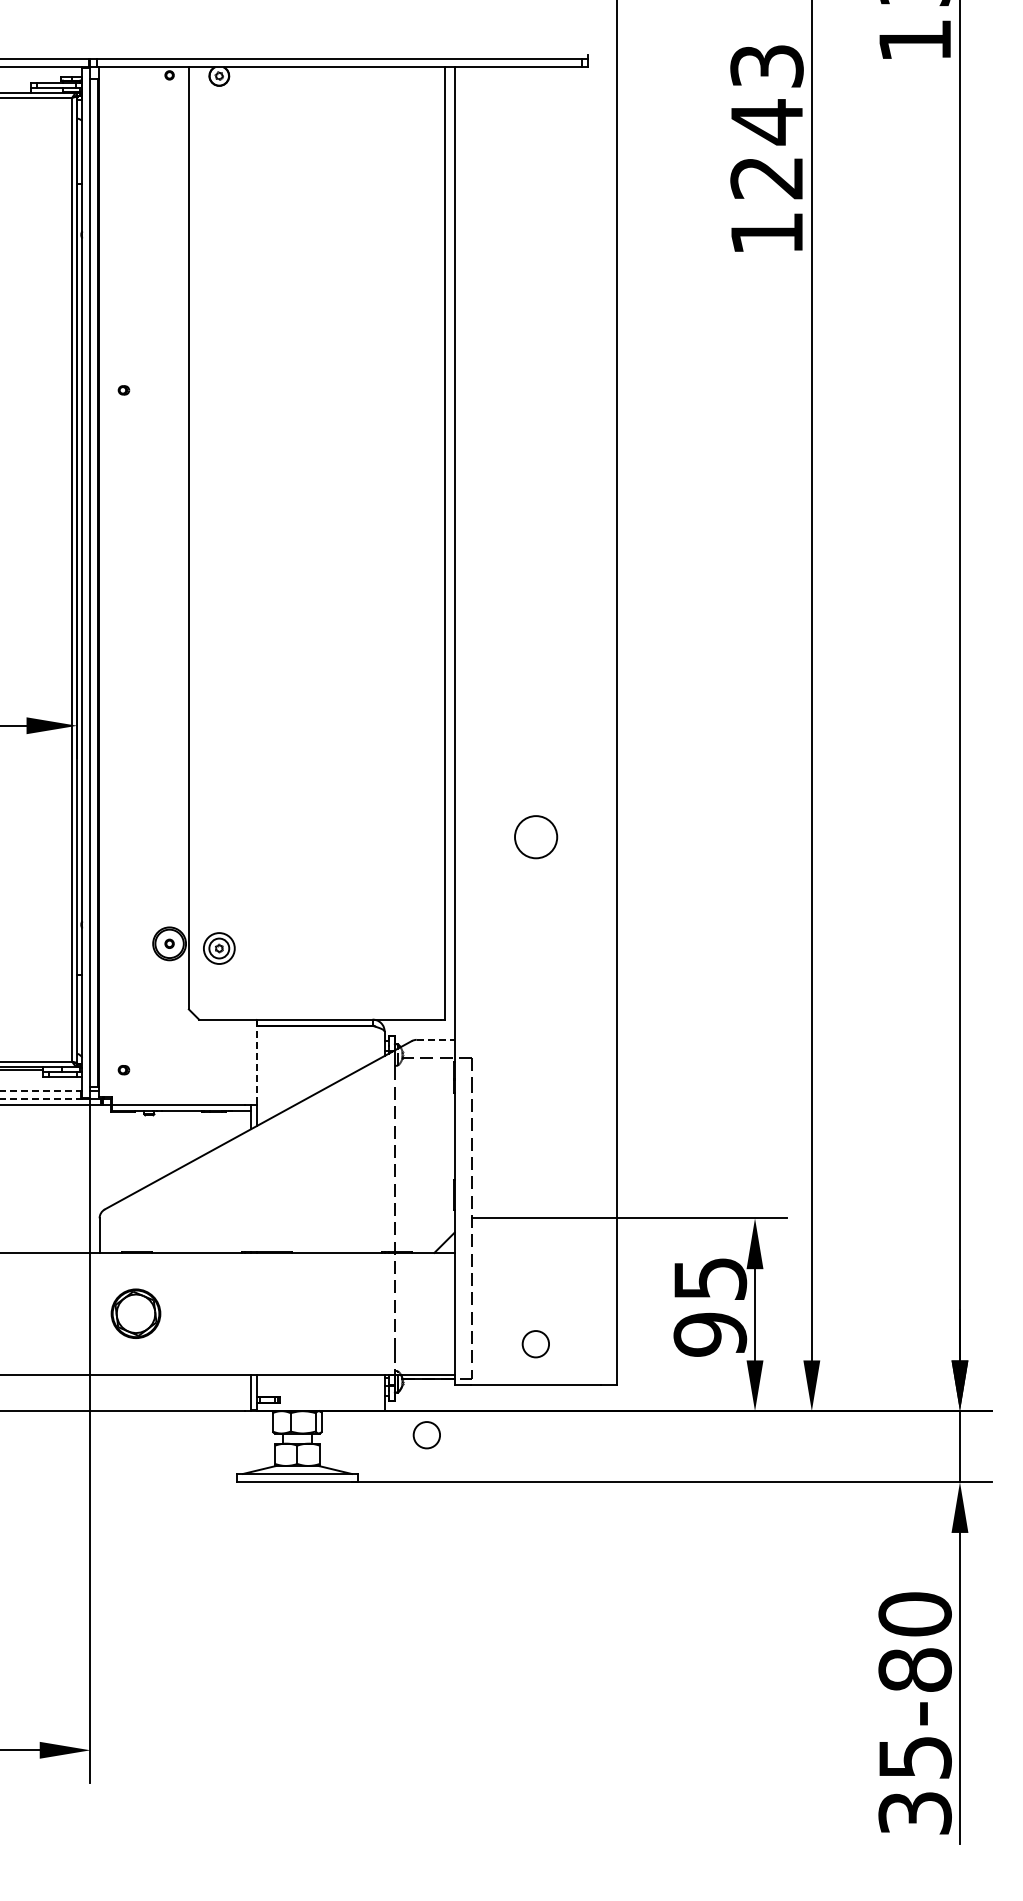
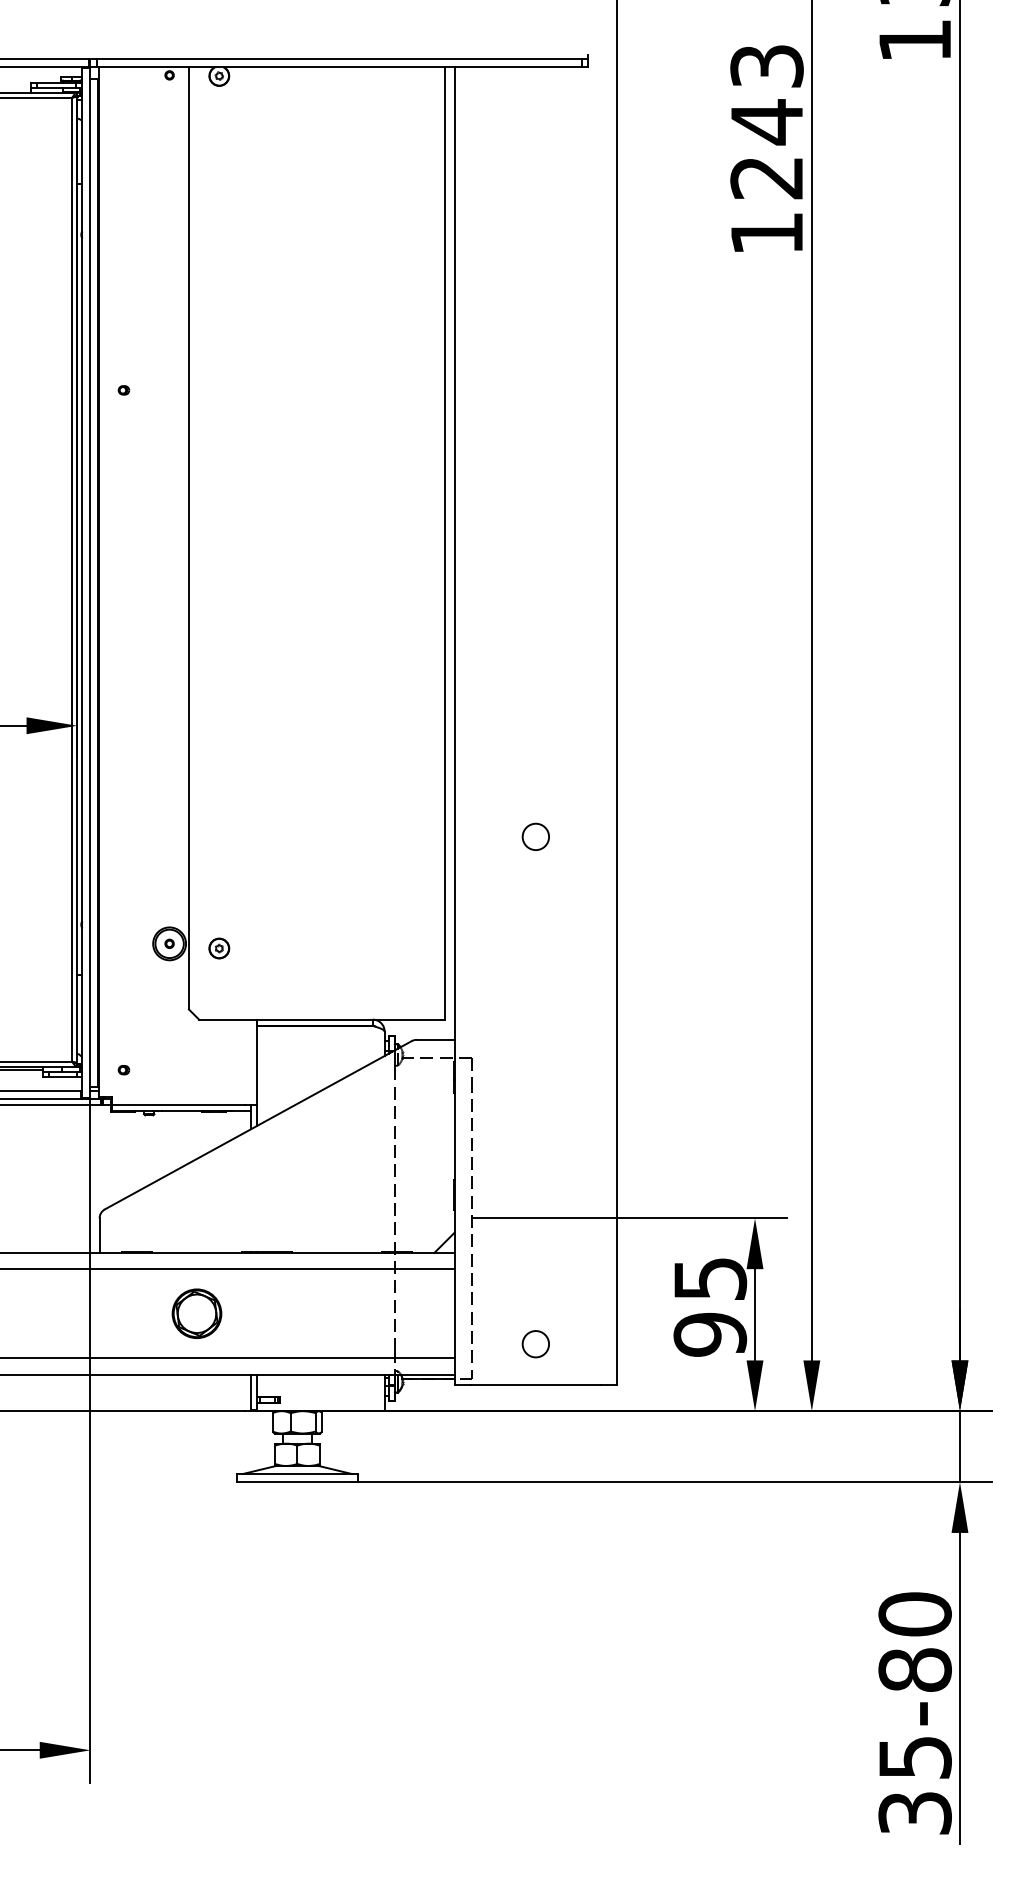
circle at (536, 837) size: 45x45 px -> 29x29 px
circle at (218, 948) diameter: 31 px -> 19 px
line at (435, 1039): dashed -> solid
line at (256, 1062): dashed -> solid
line at (41, 1090): dashed -> solid
line at (41, 1099): dashed -> solid
line at (228, 1269): none -> present
part at (135, 1313) position: (135, 1313) -> (196, 1313)
line at (228, 1358): none -> present
circle at (426, 1435): present -> none
